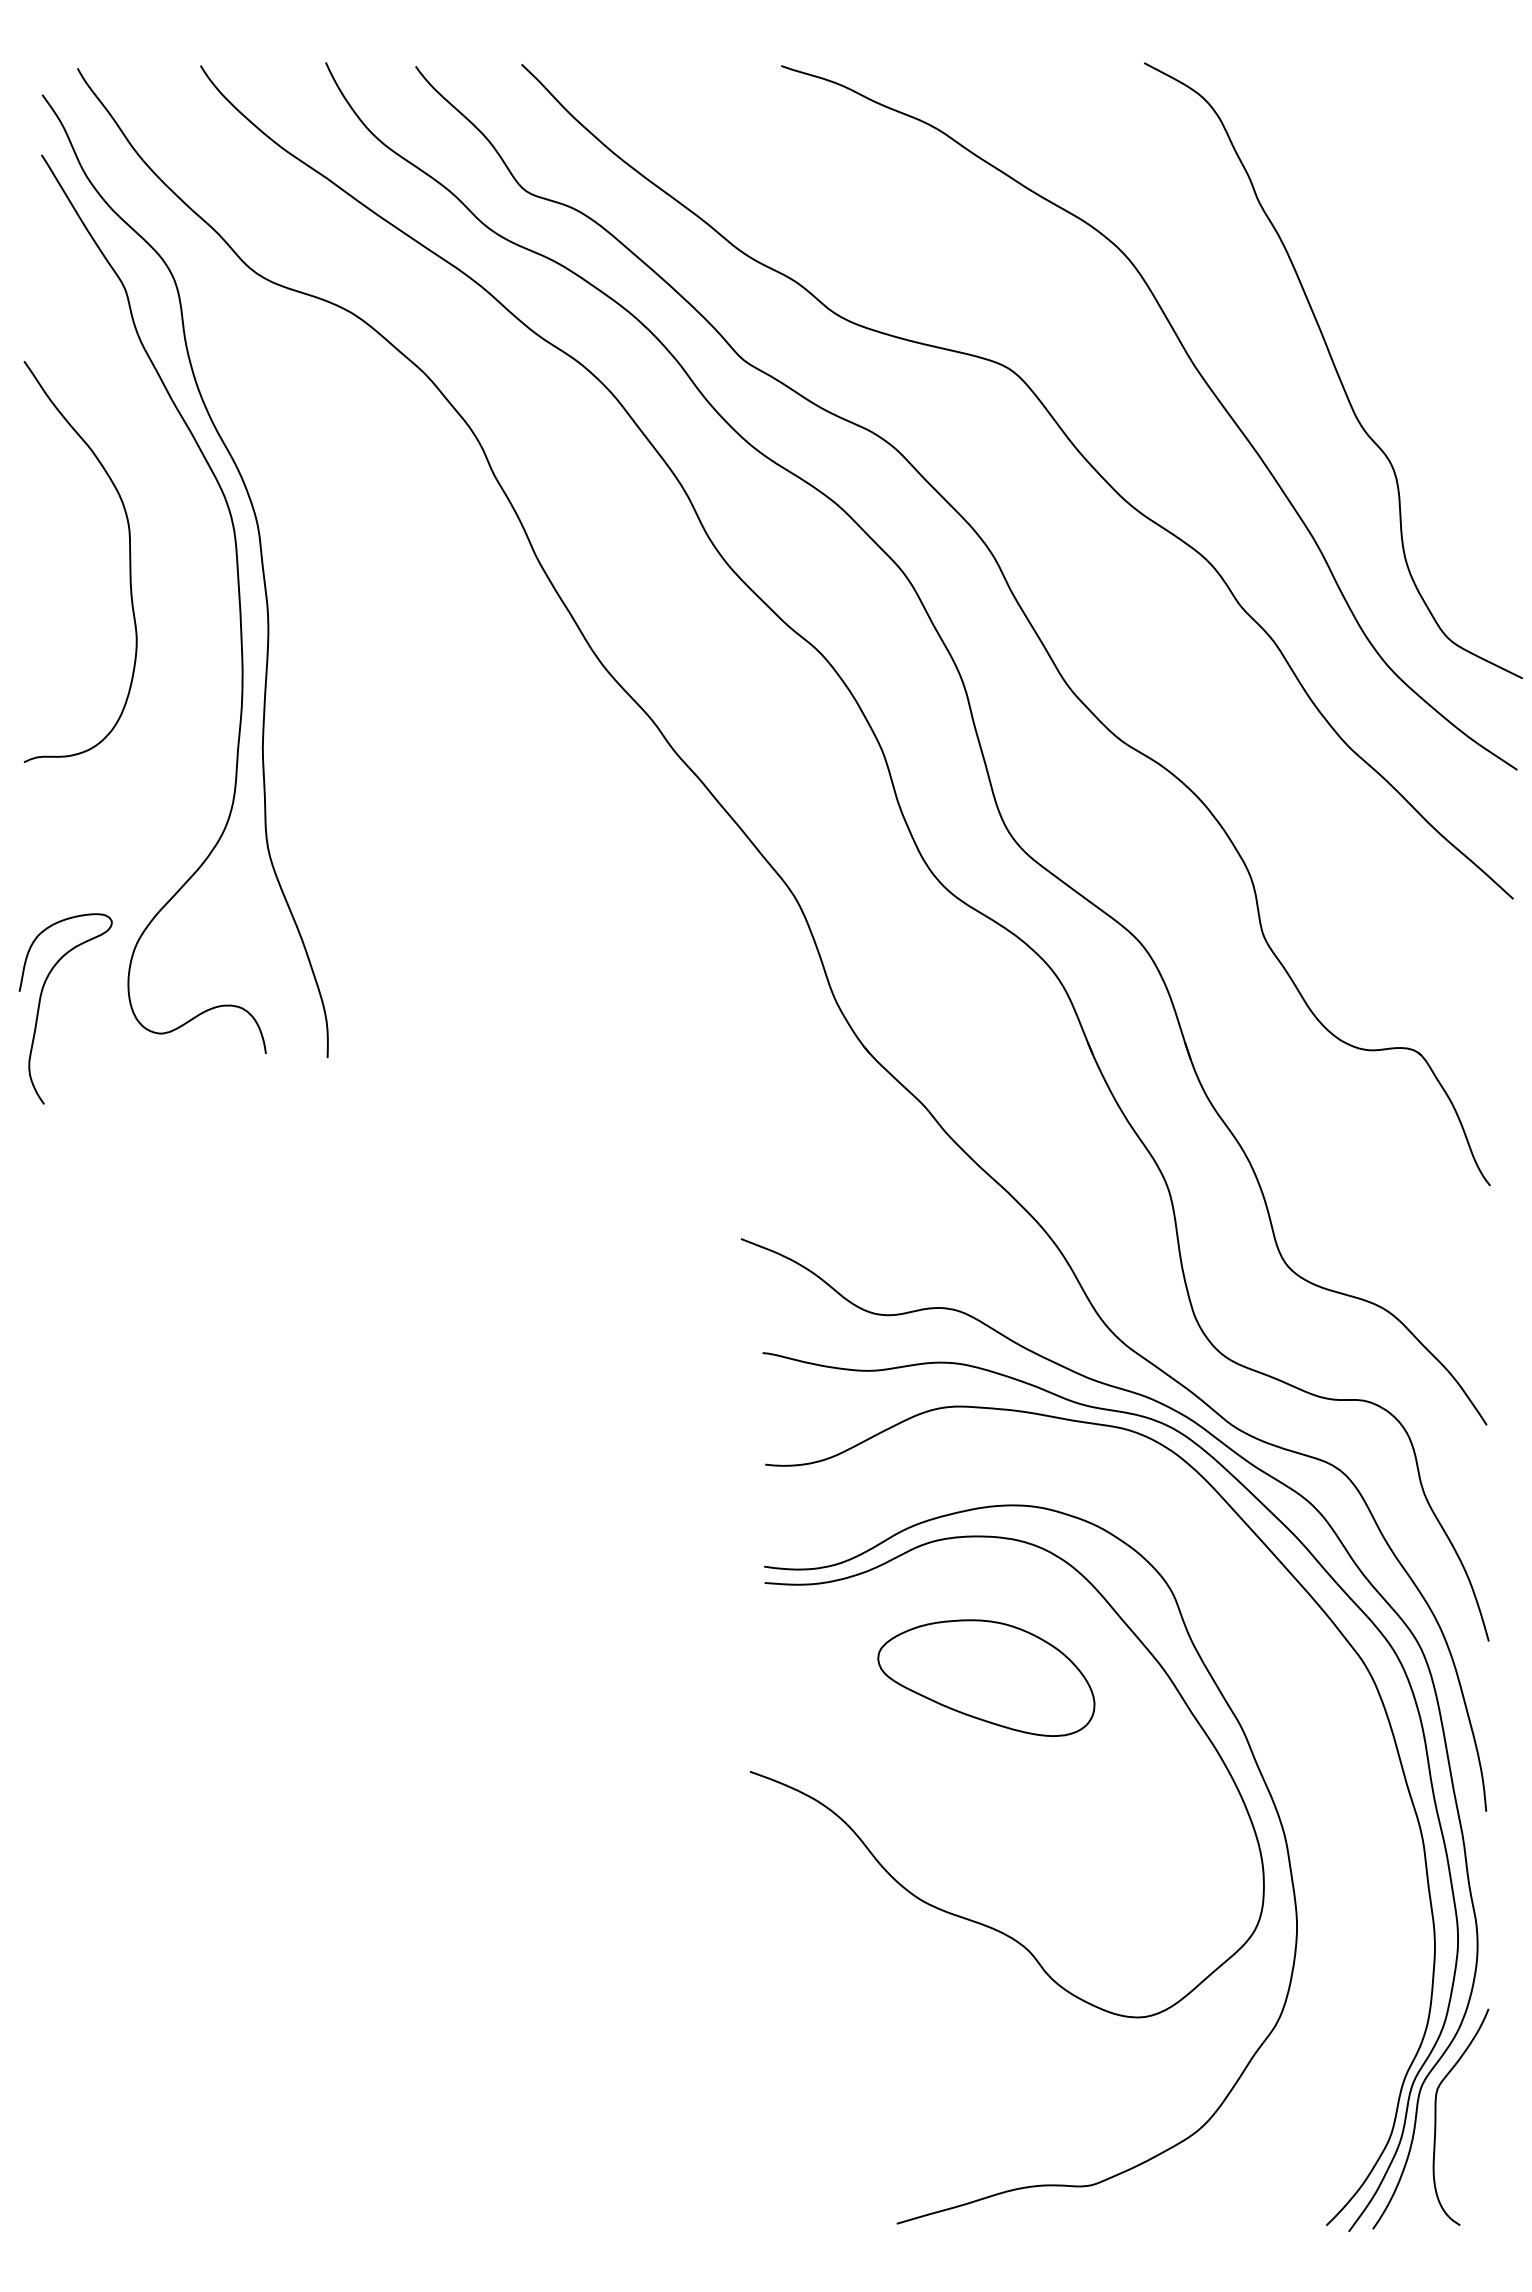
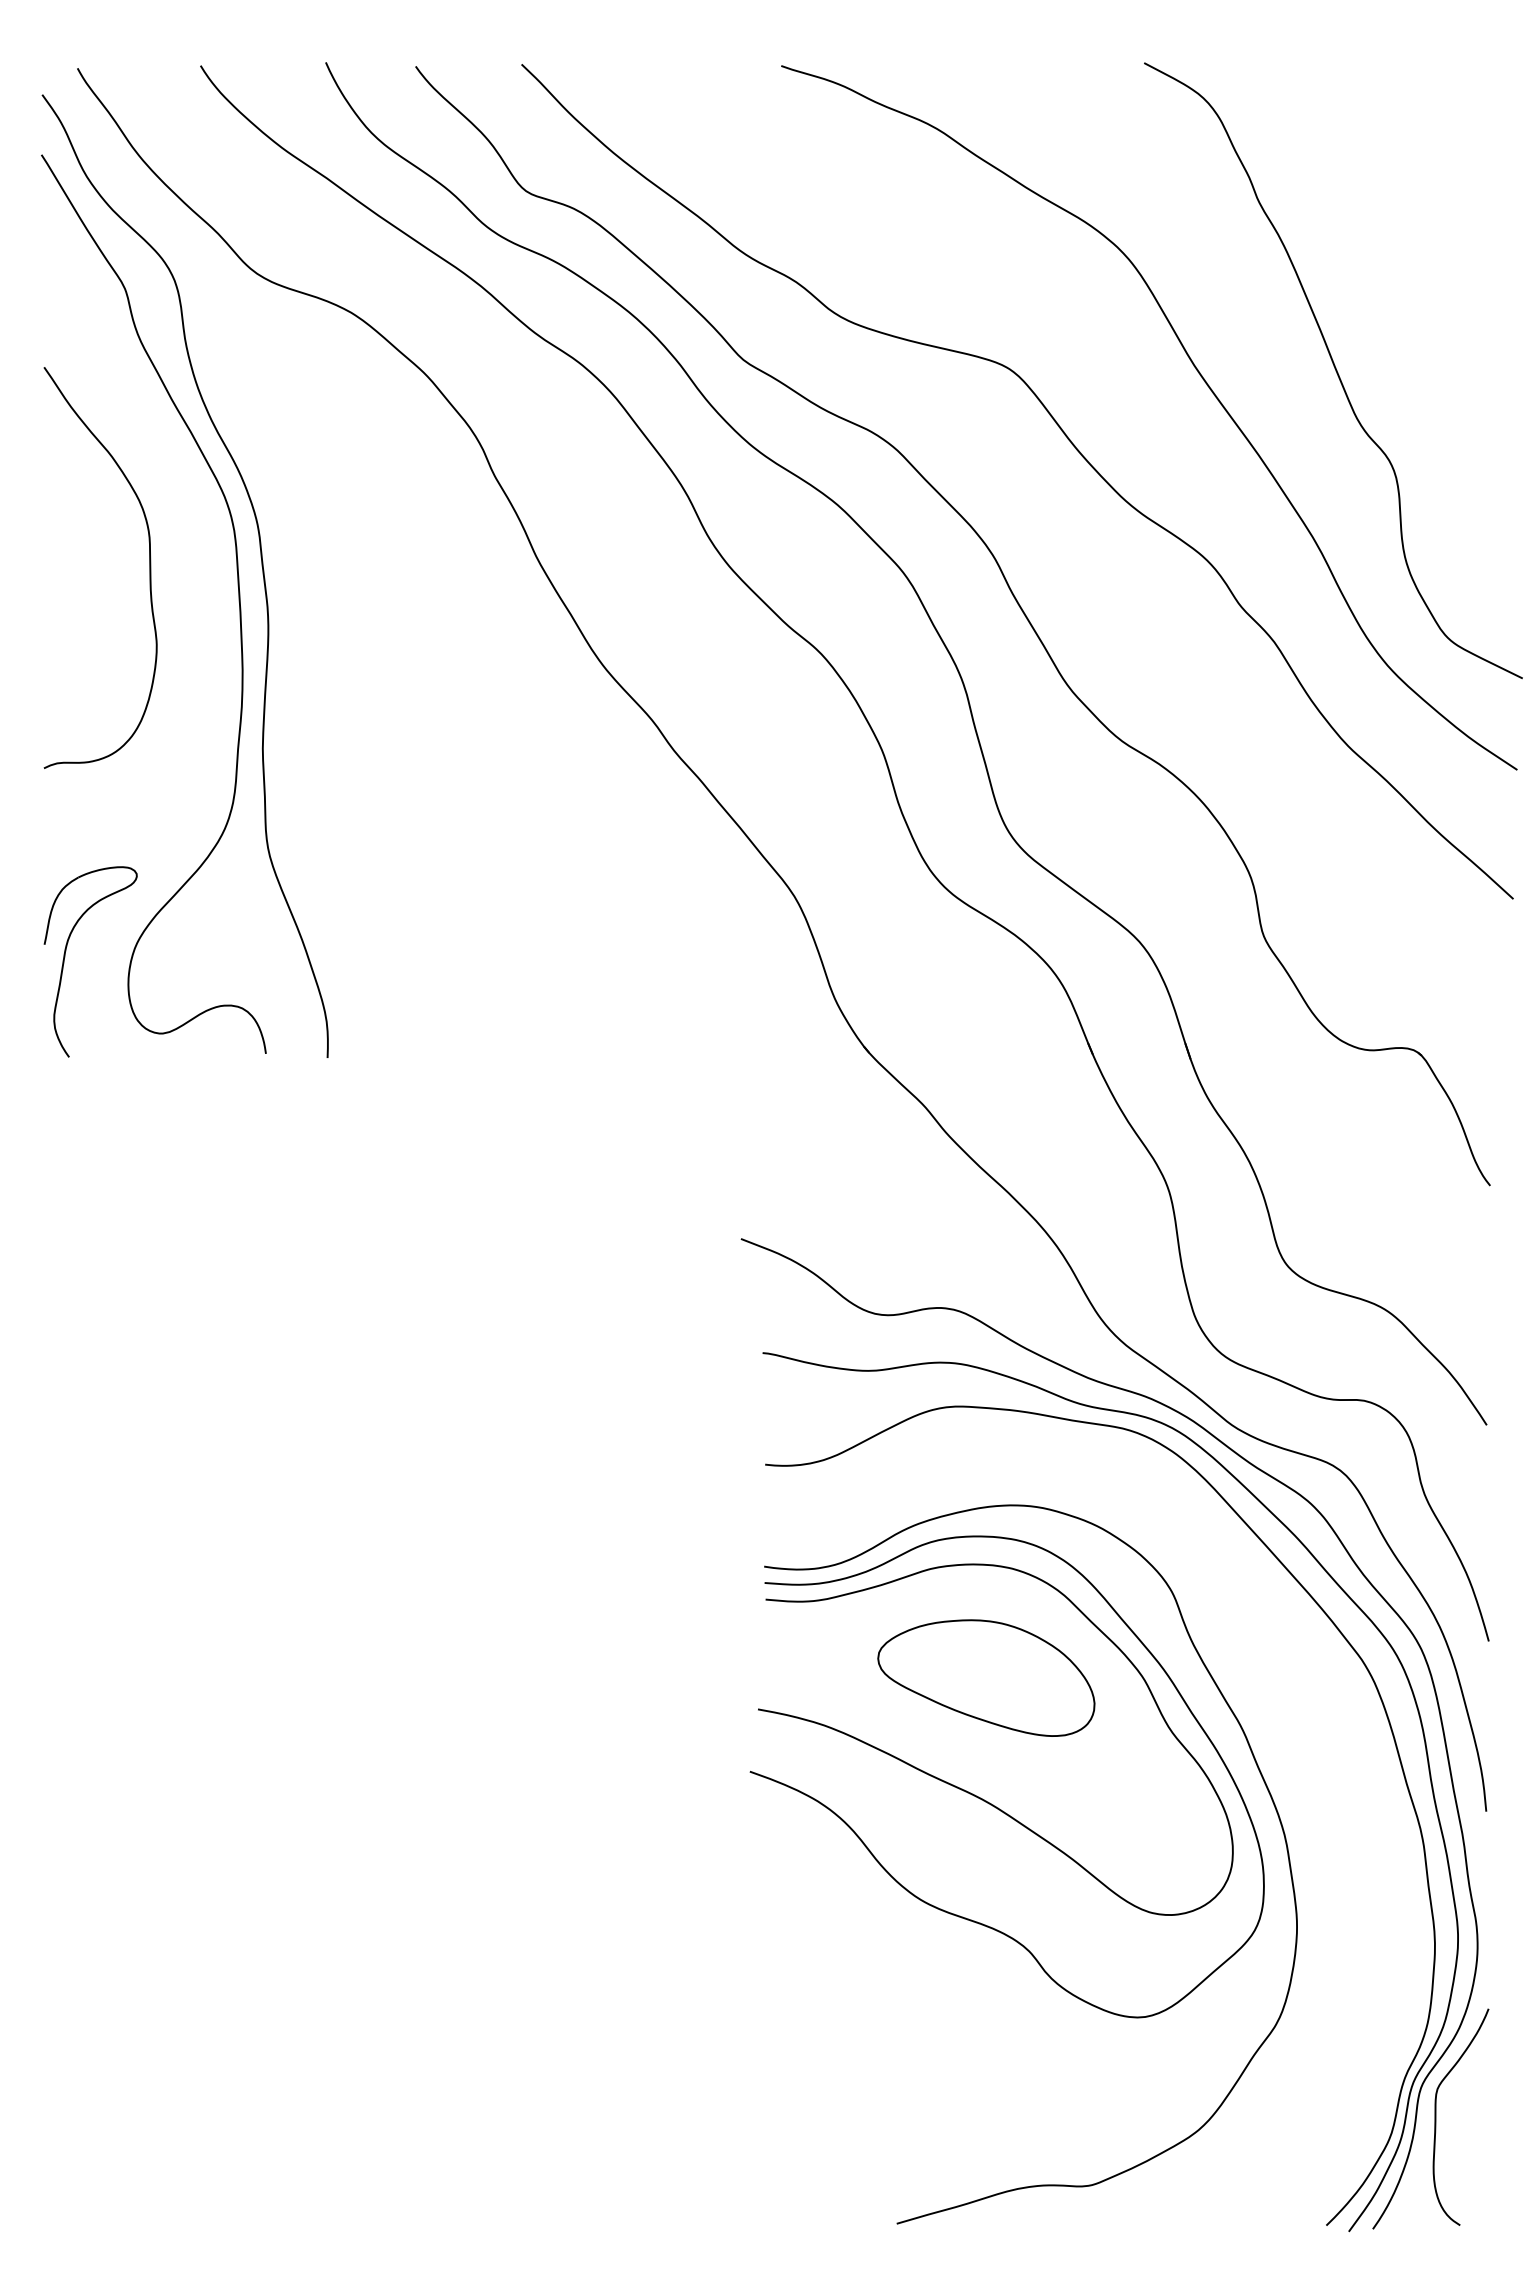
curve at (129, 561) position: (129, 561) -> (149, 567)
part at (40, 1004) position: (40, 1004) -> (65, 957)
curve at (968, 1791): none -> present
